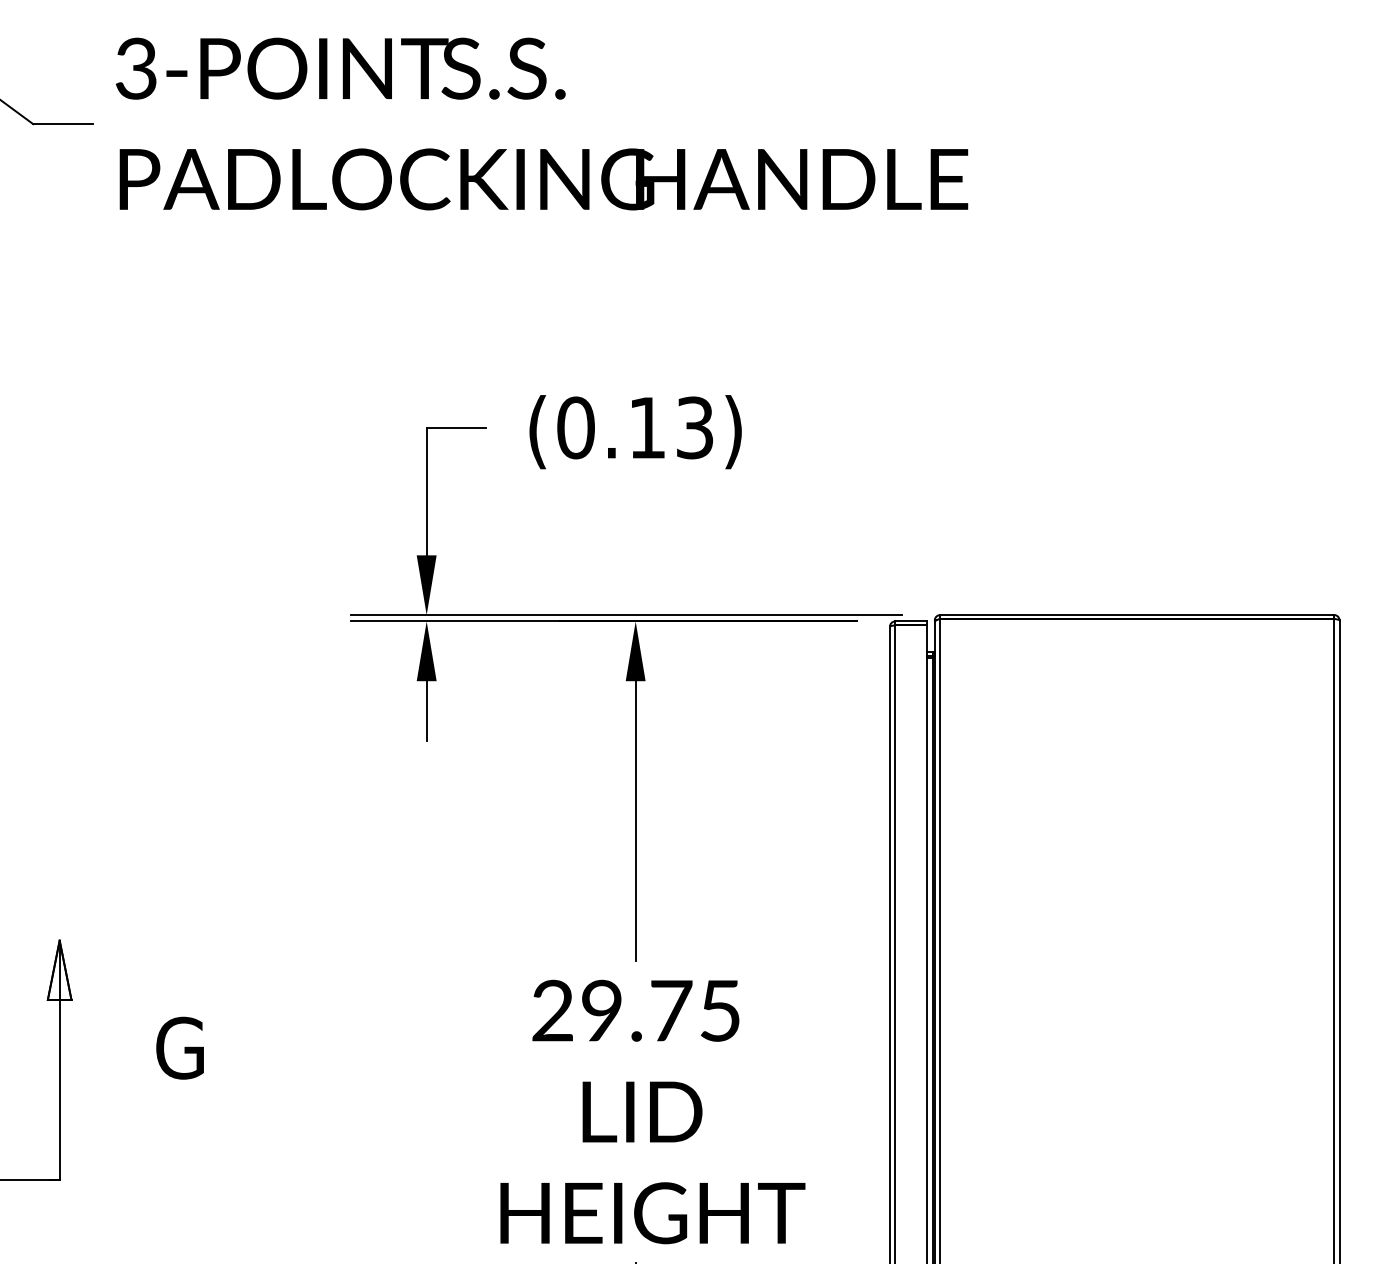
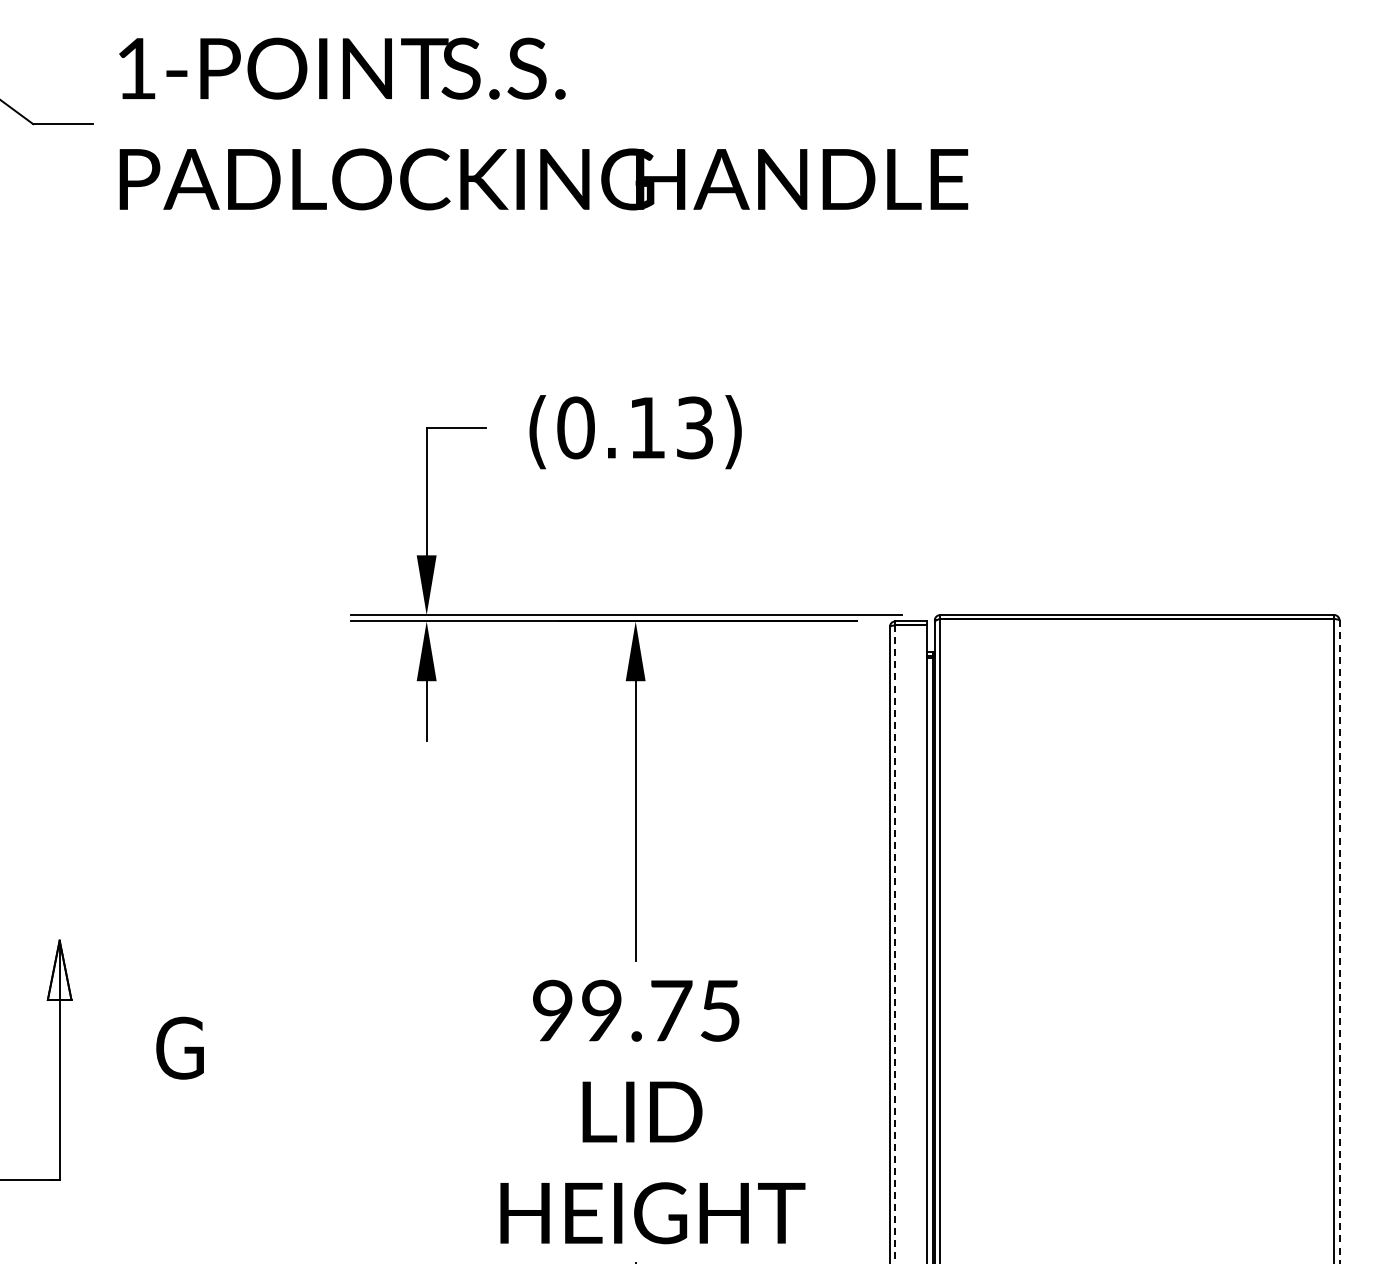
text at (135, 68): 3-POINT -> 1-POINT
line at (1339, 942): solid -> dashed
line at (895, 944): solid -> dashed
text at (552, 1010): 29.75 -> 99.75
